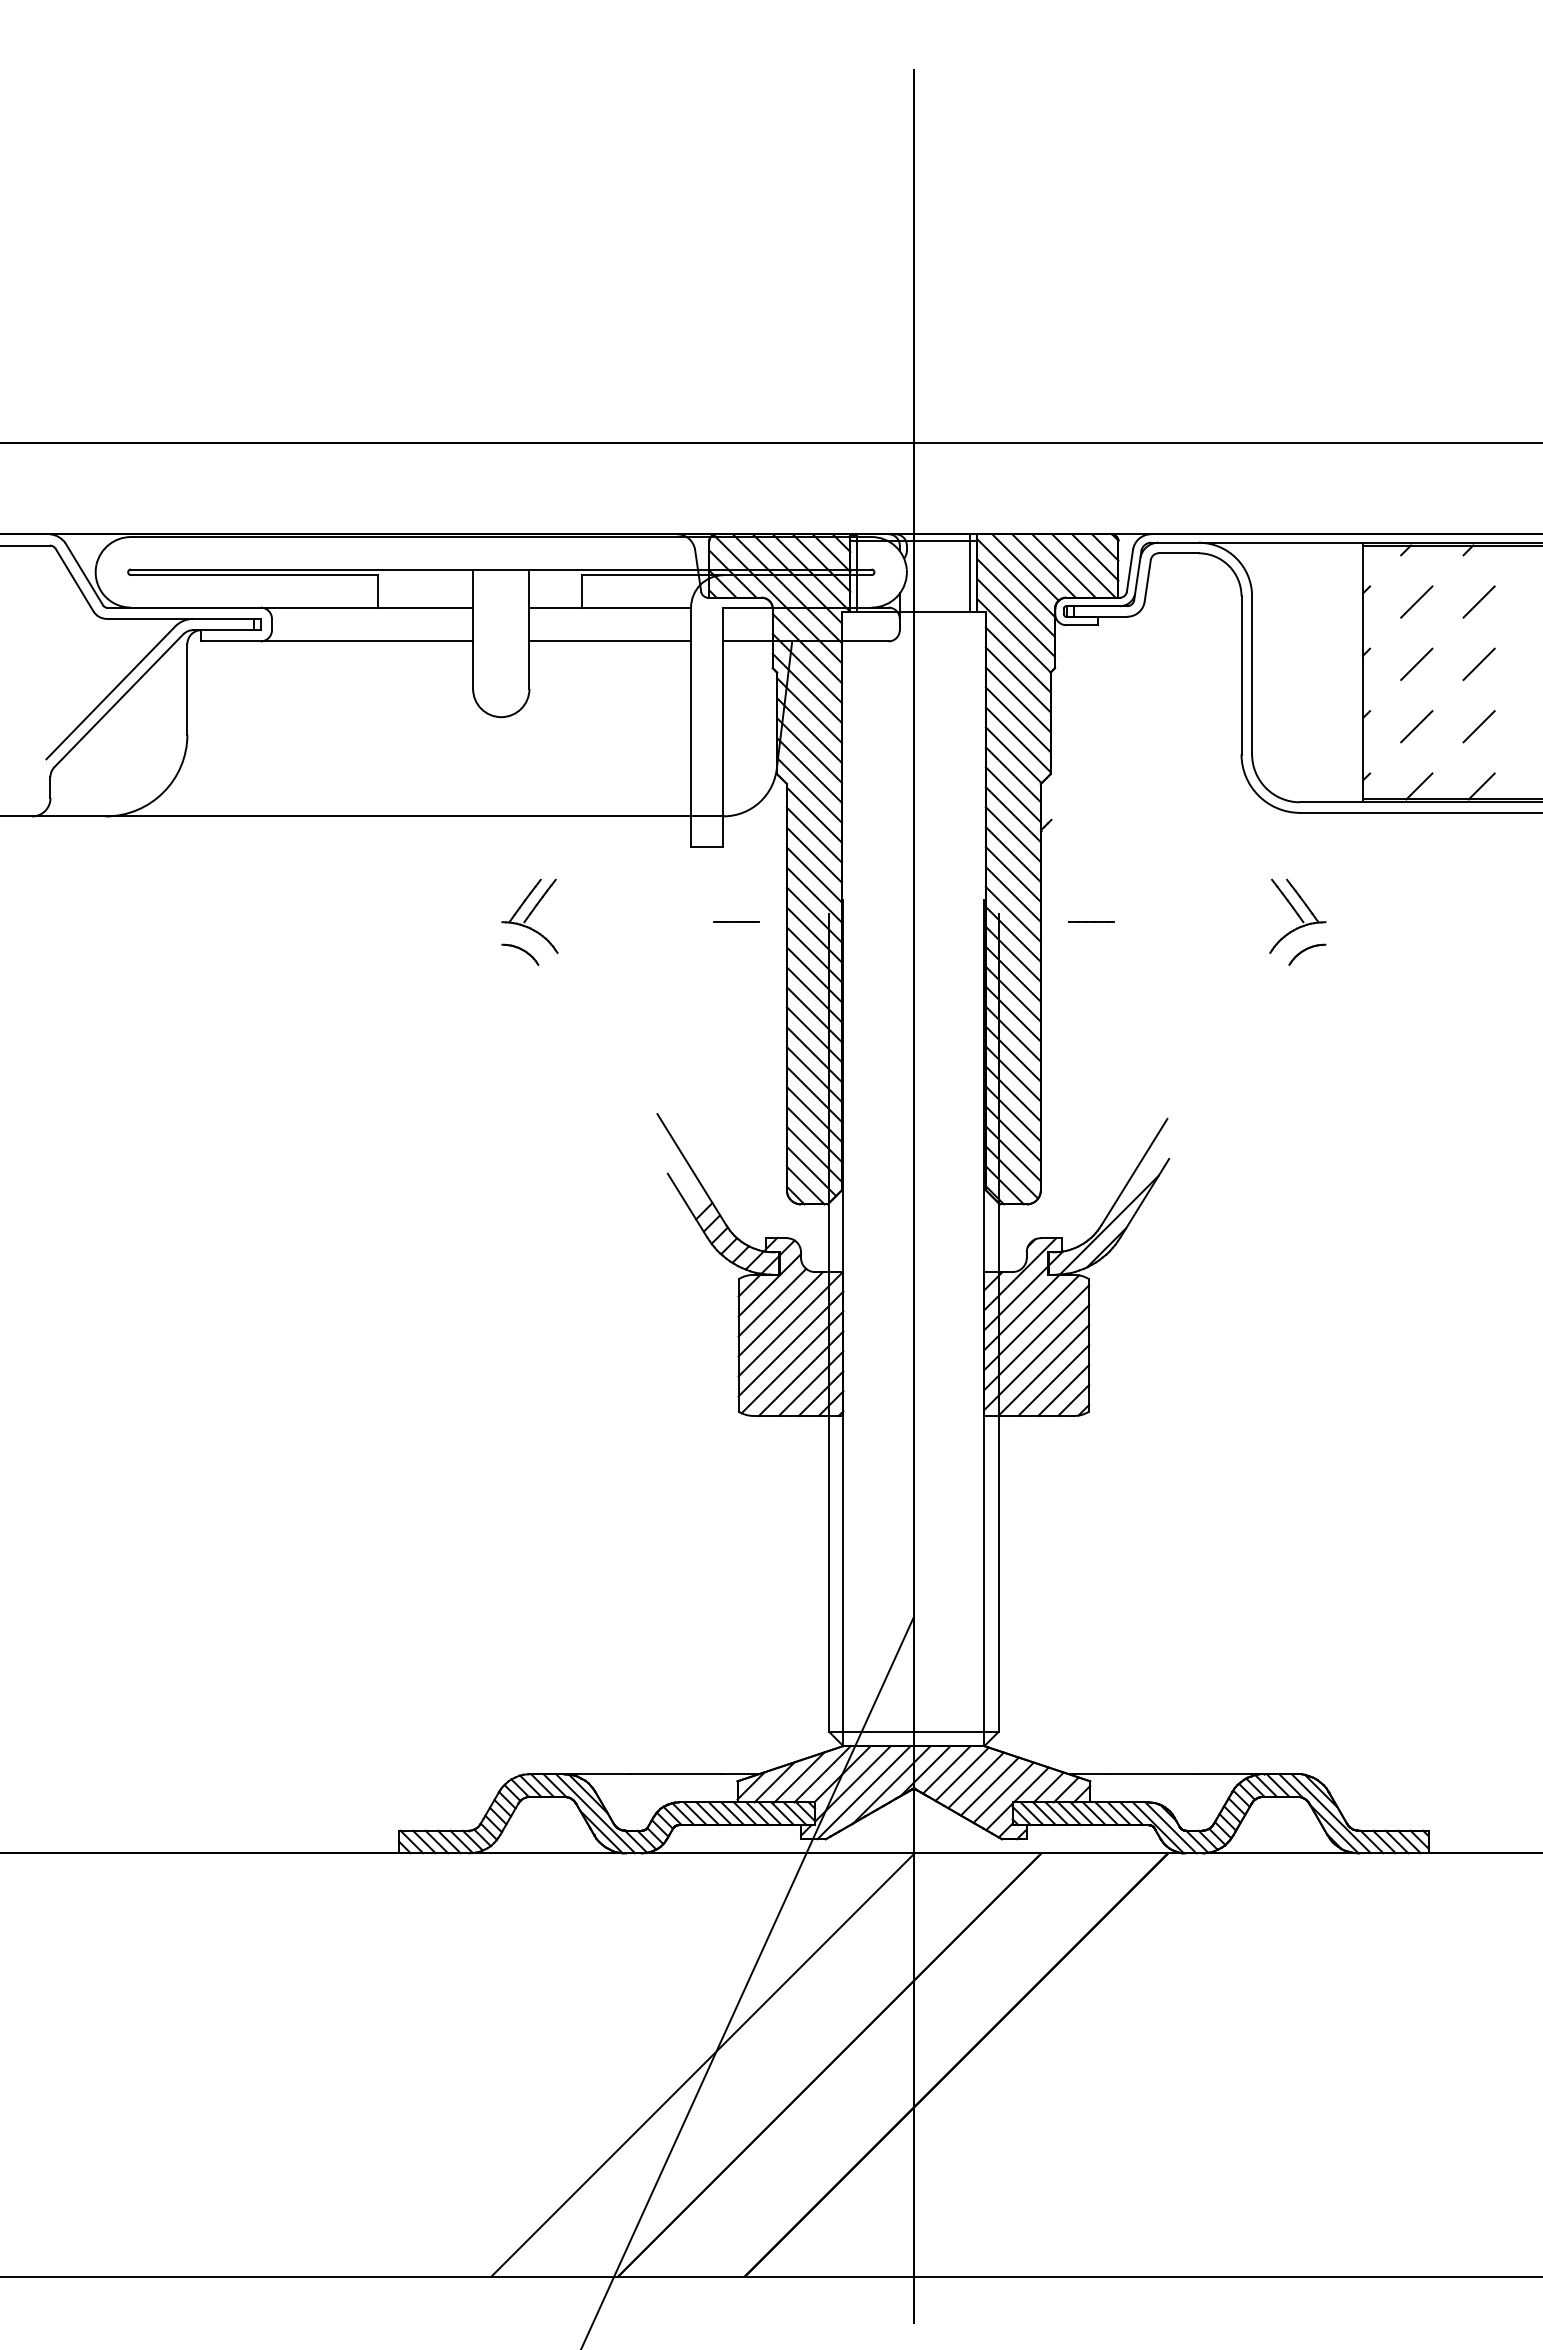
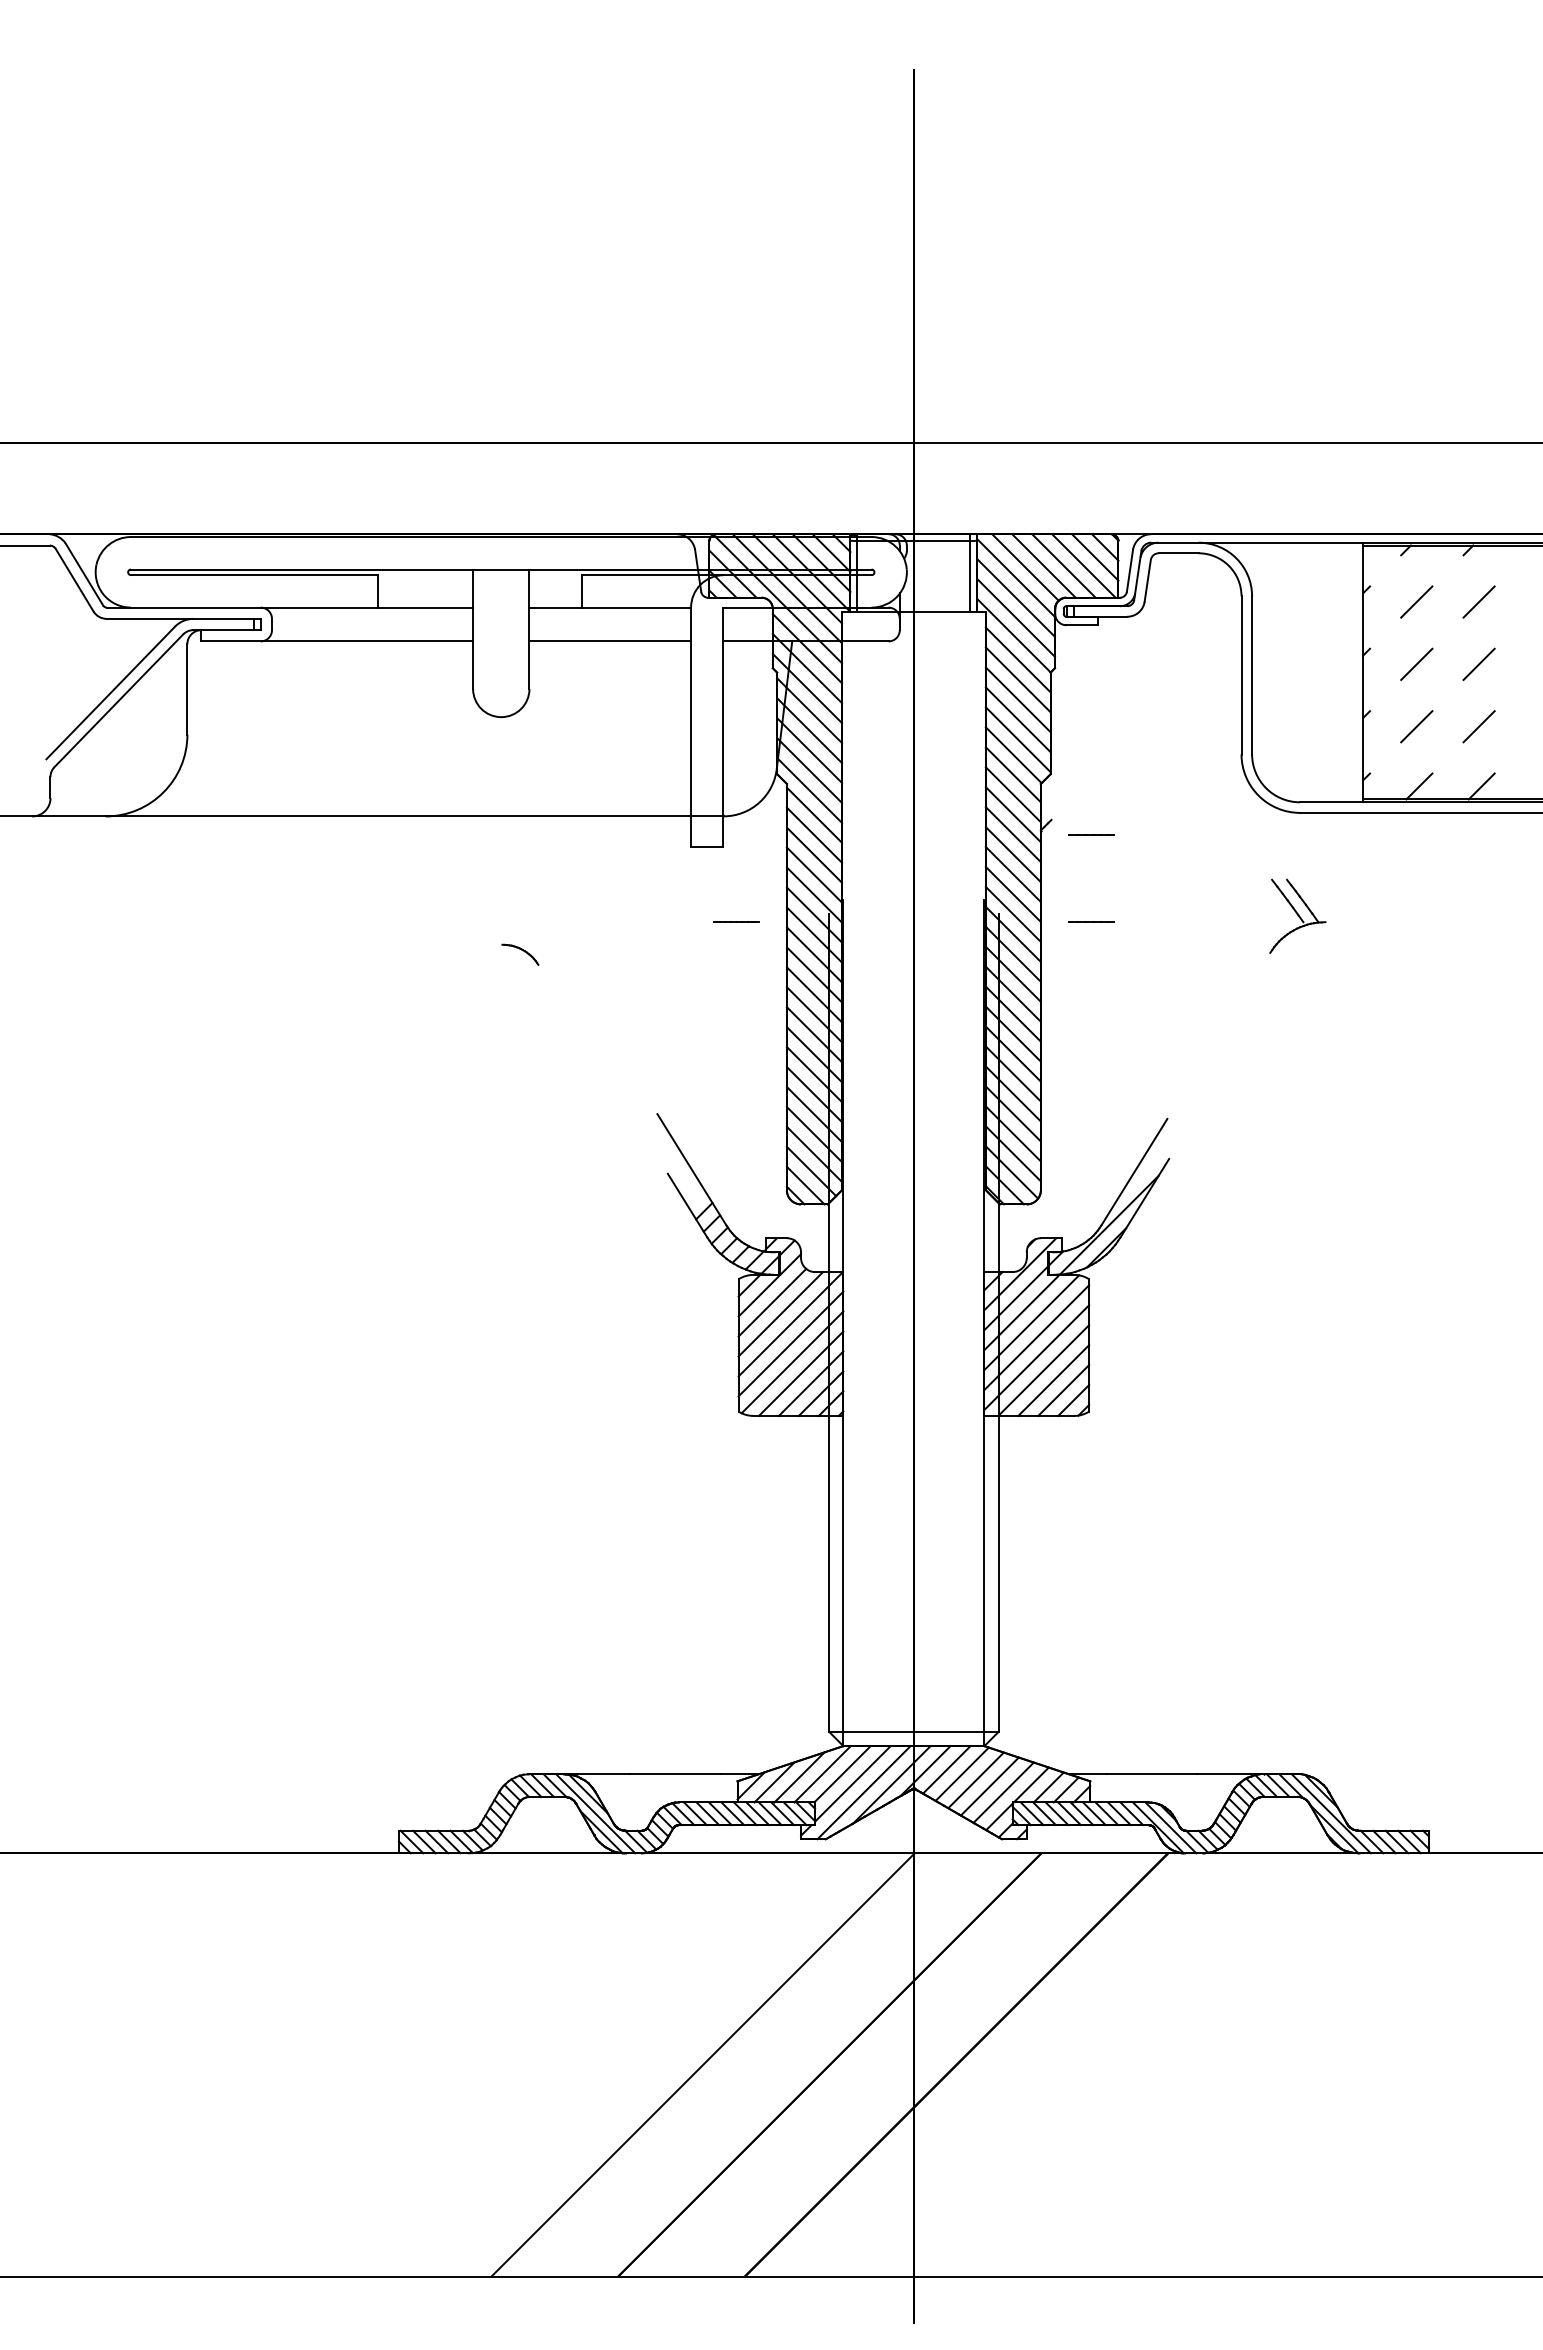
line at (1091, 834): none -> present
part at (529, 915): present -> none
part at (1307, 954): present -> none
line at (747, 1981): present -> none
